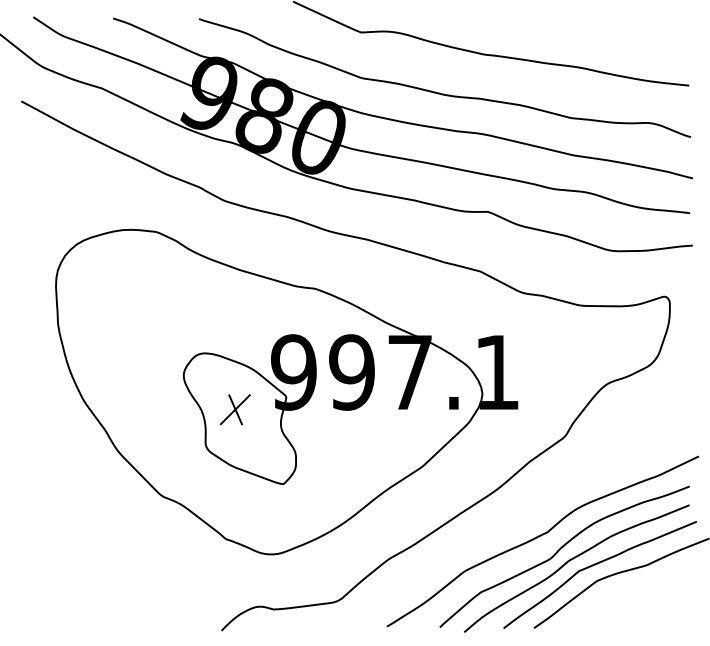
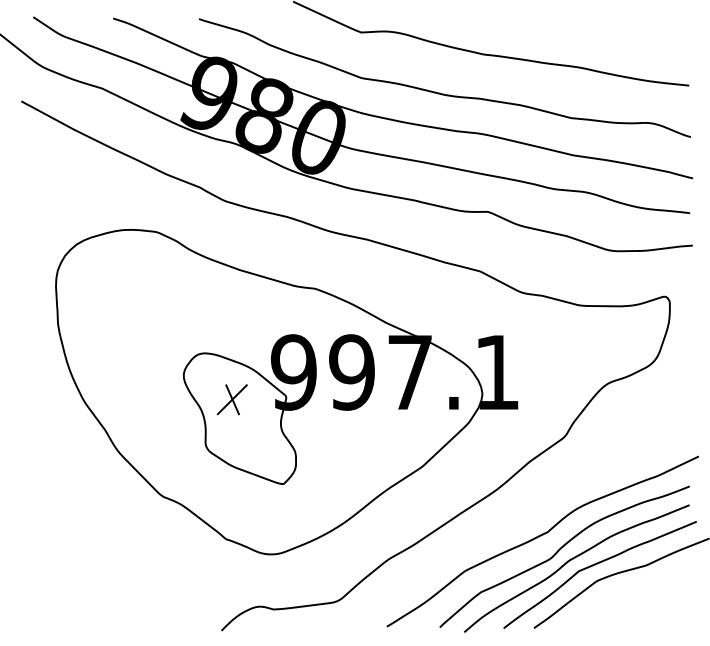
part at (234, 409) position: (234, 409) -> (231, 399)
